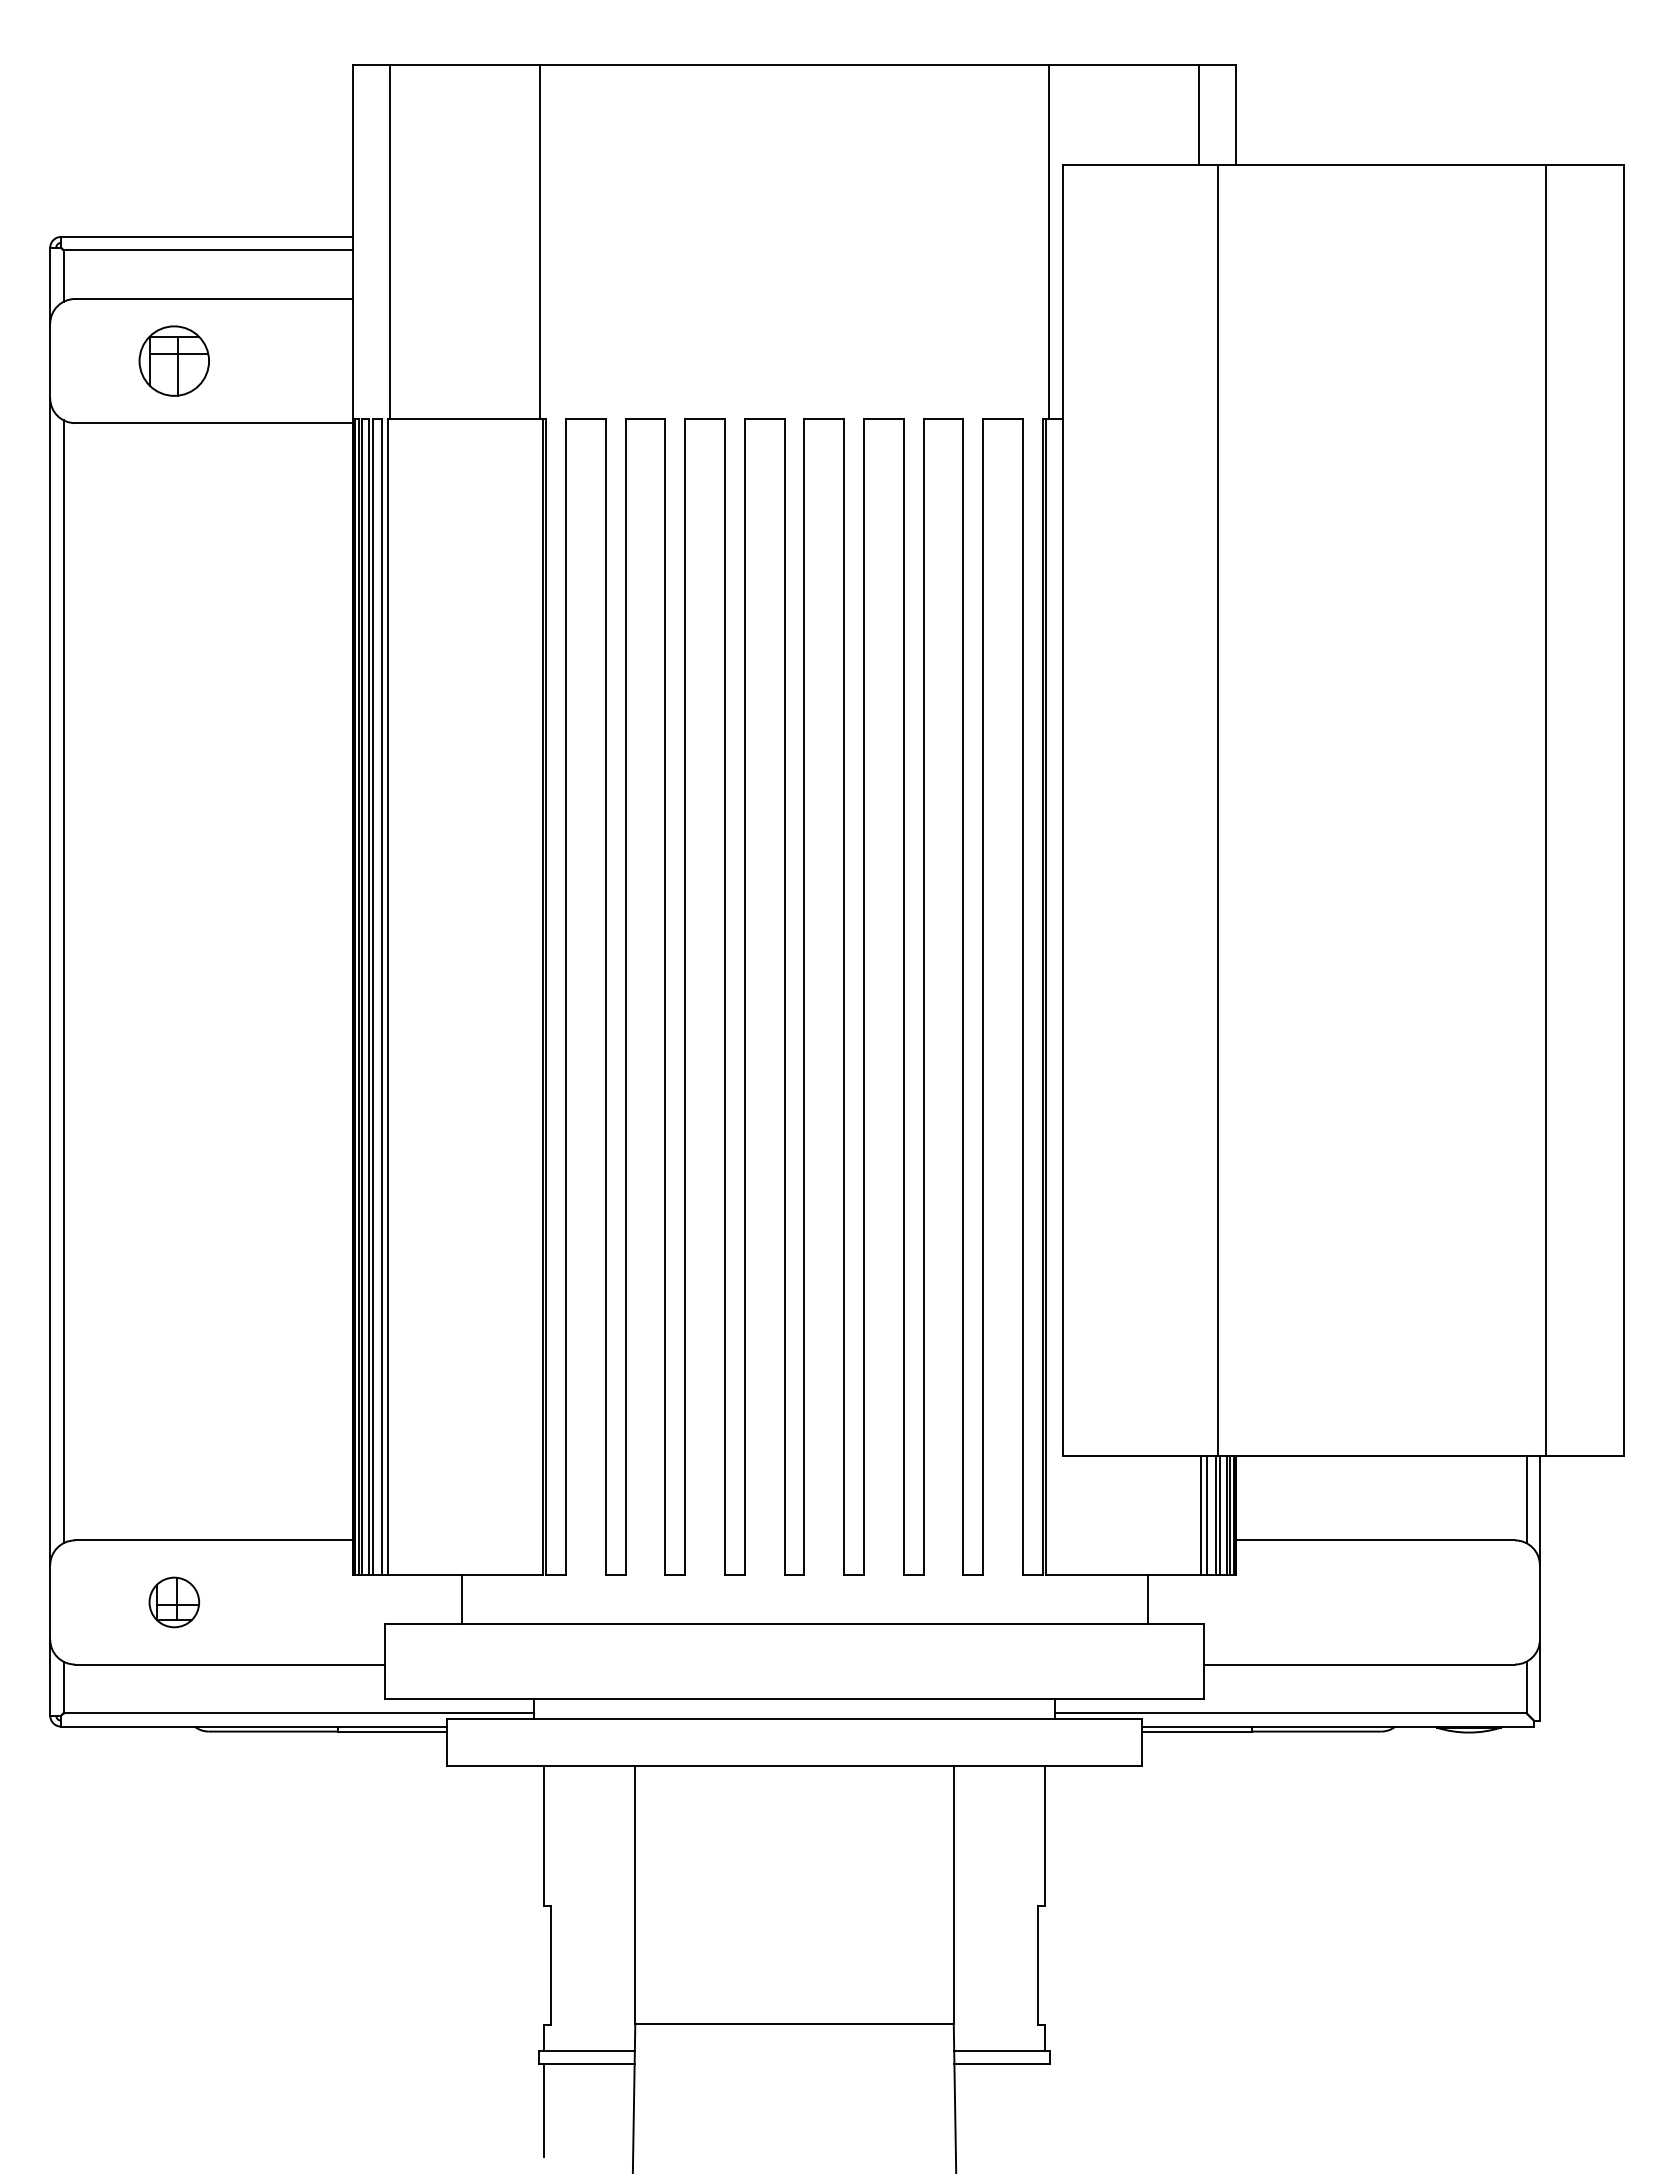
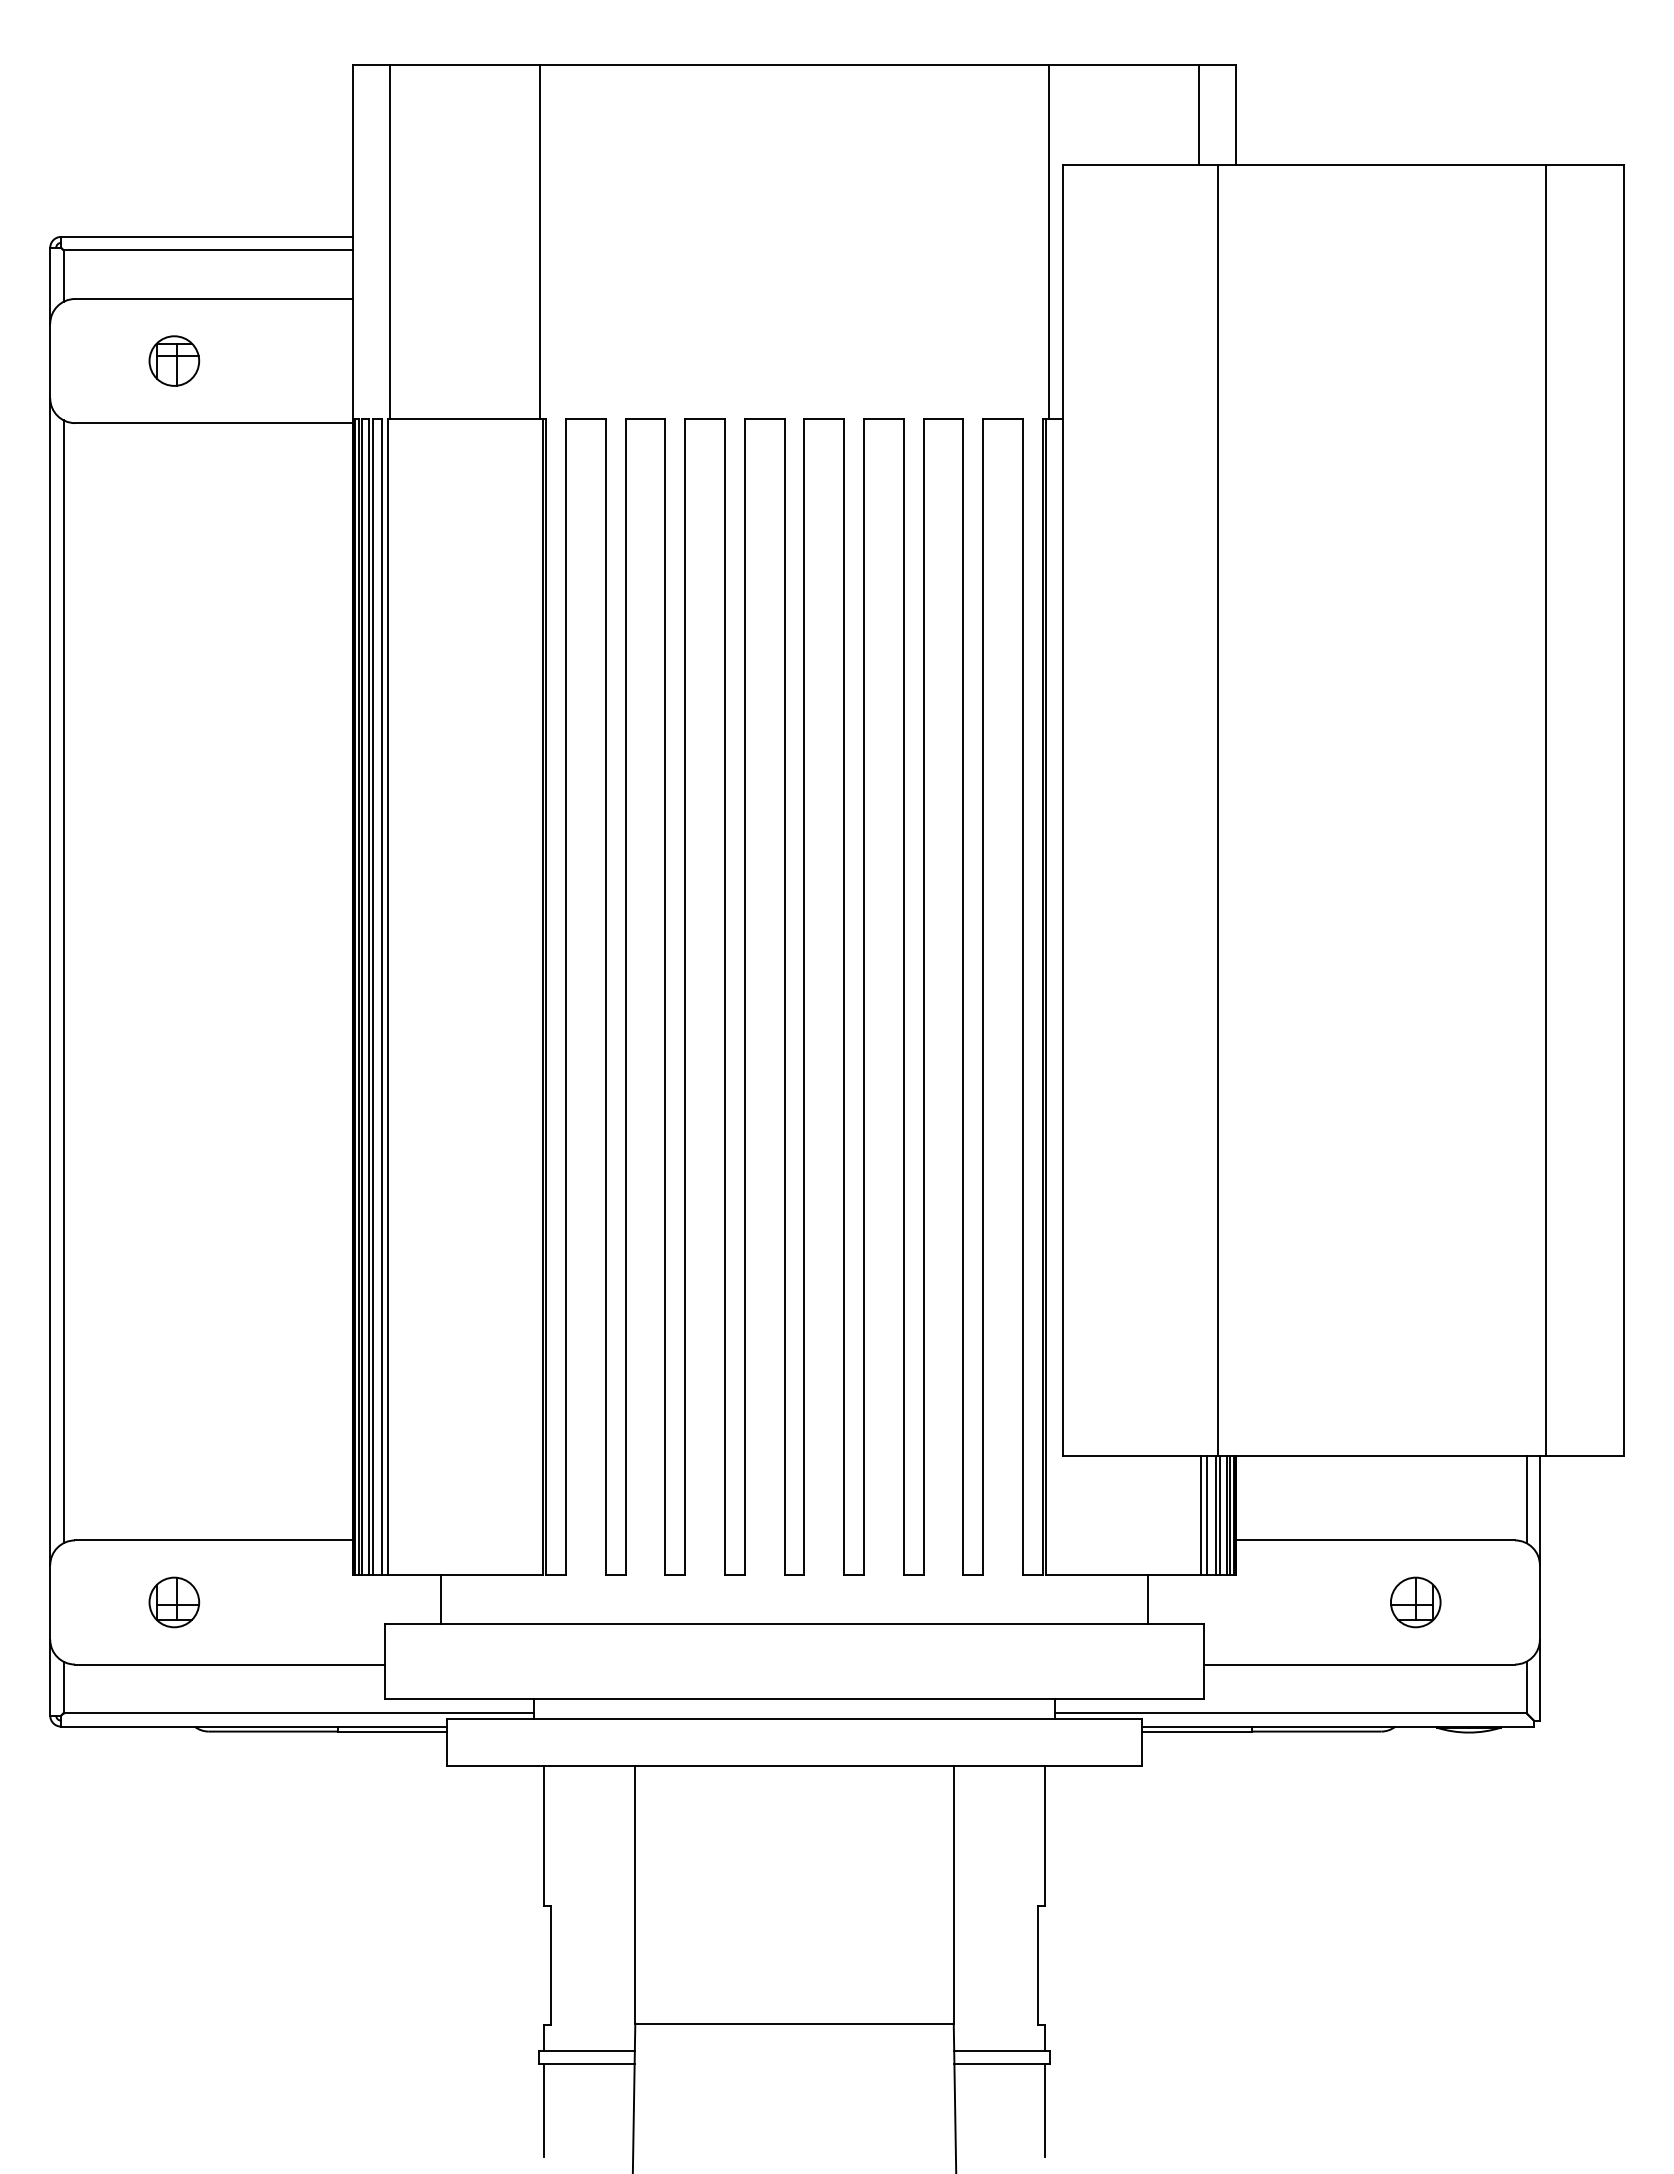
part at (173, 360) size: 72x72 px -> 53x52 px
line at (461, 1599) position: (461, 1599) -> (440, 1599)
part at (1415, 1602): none -> present
line at (1045, 2110): none -> present
